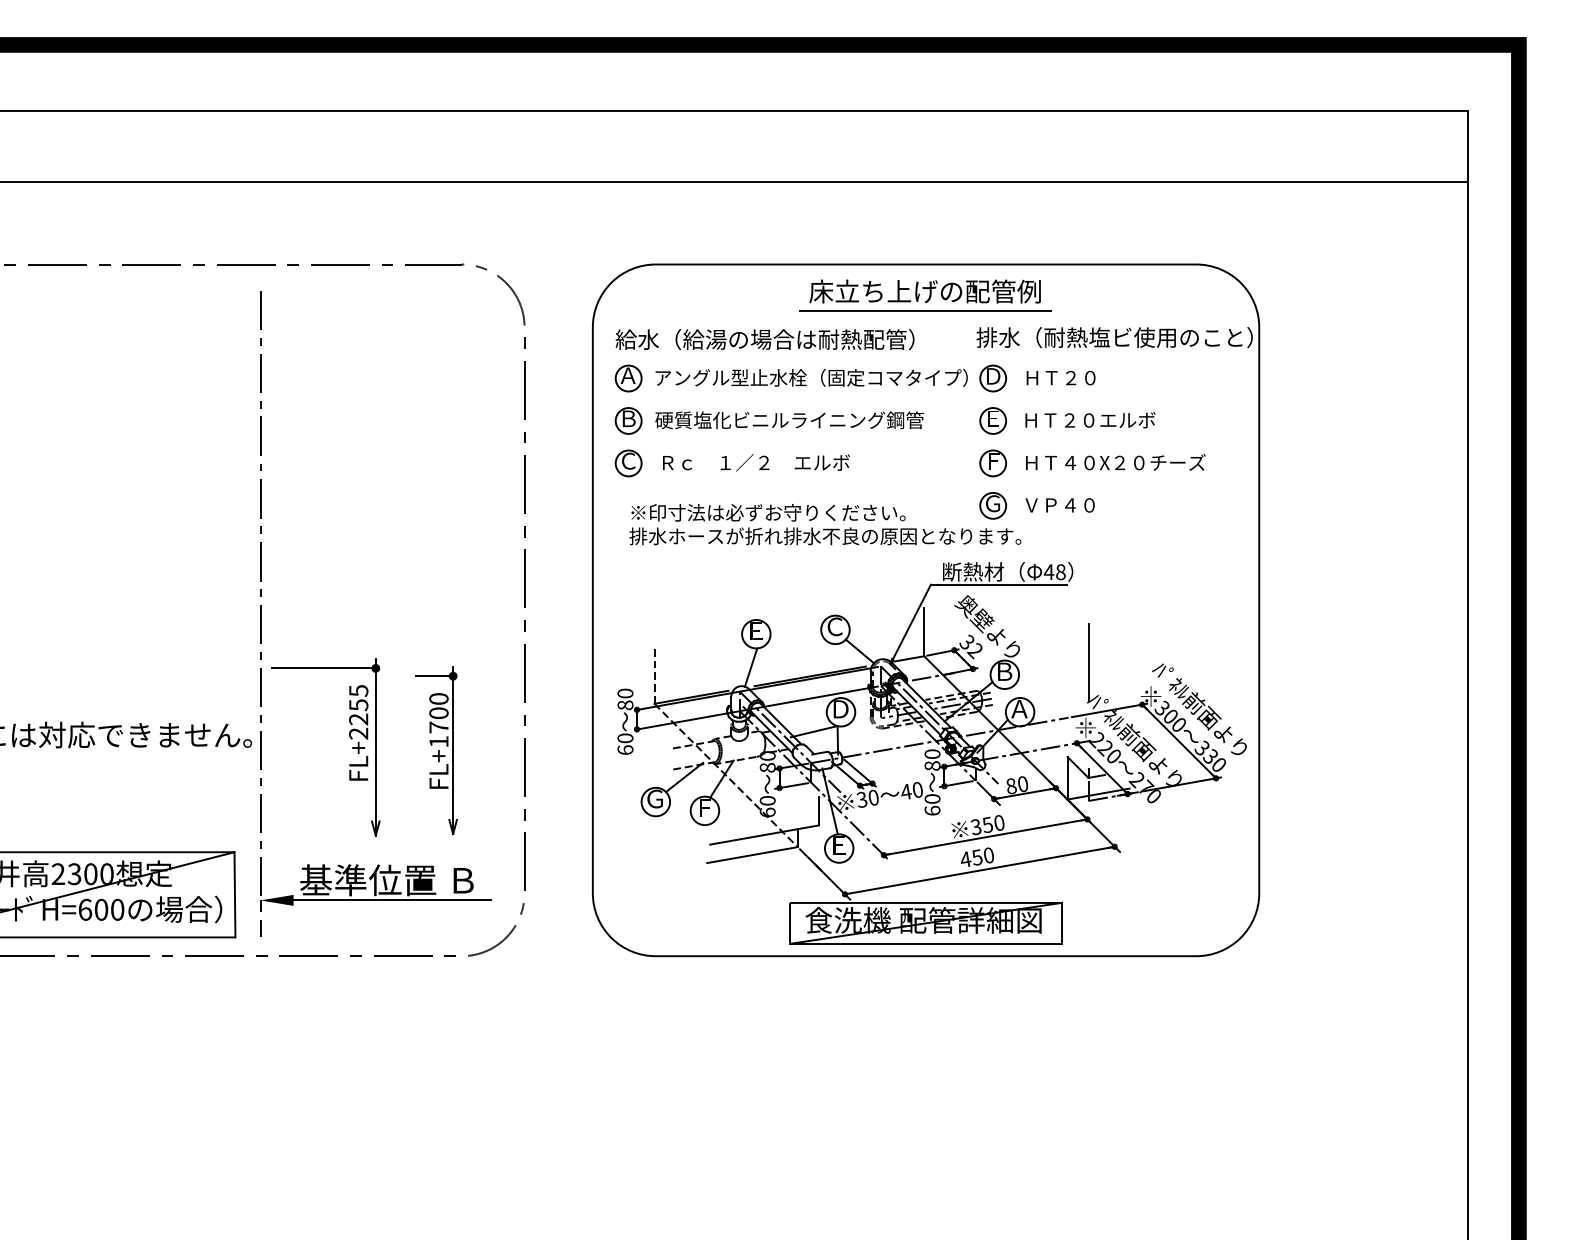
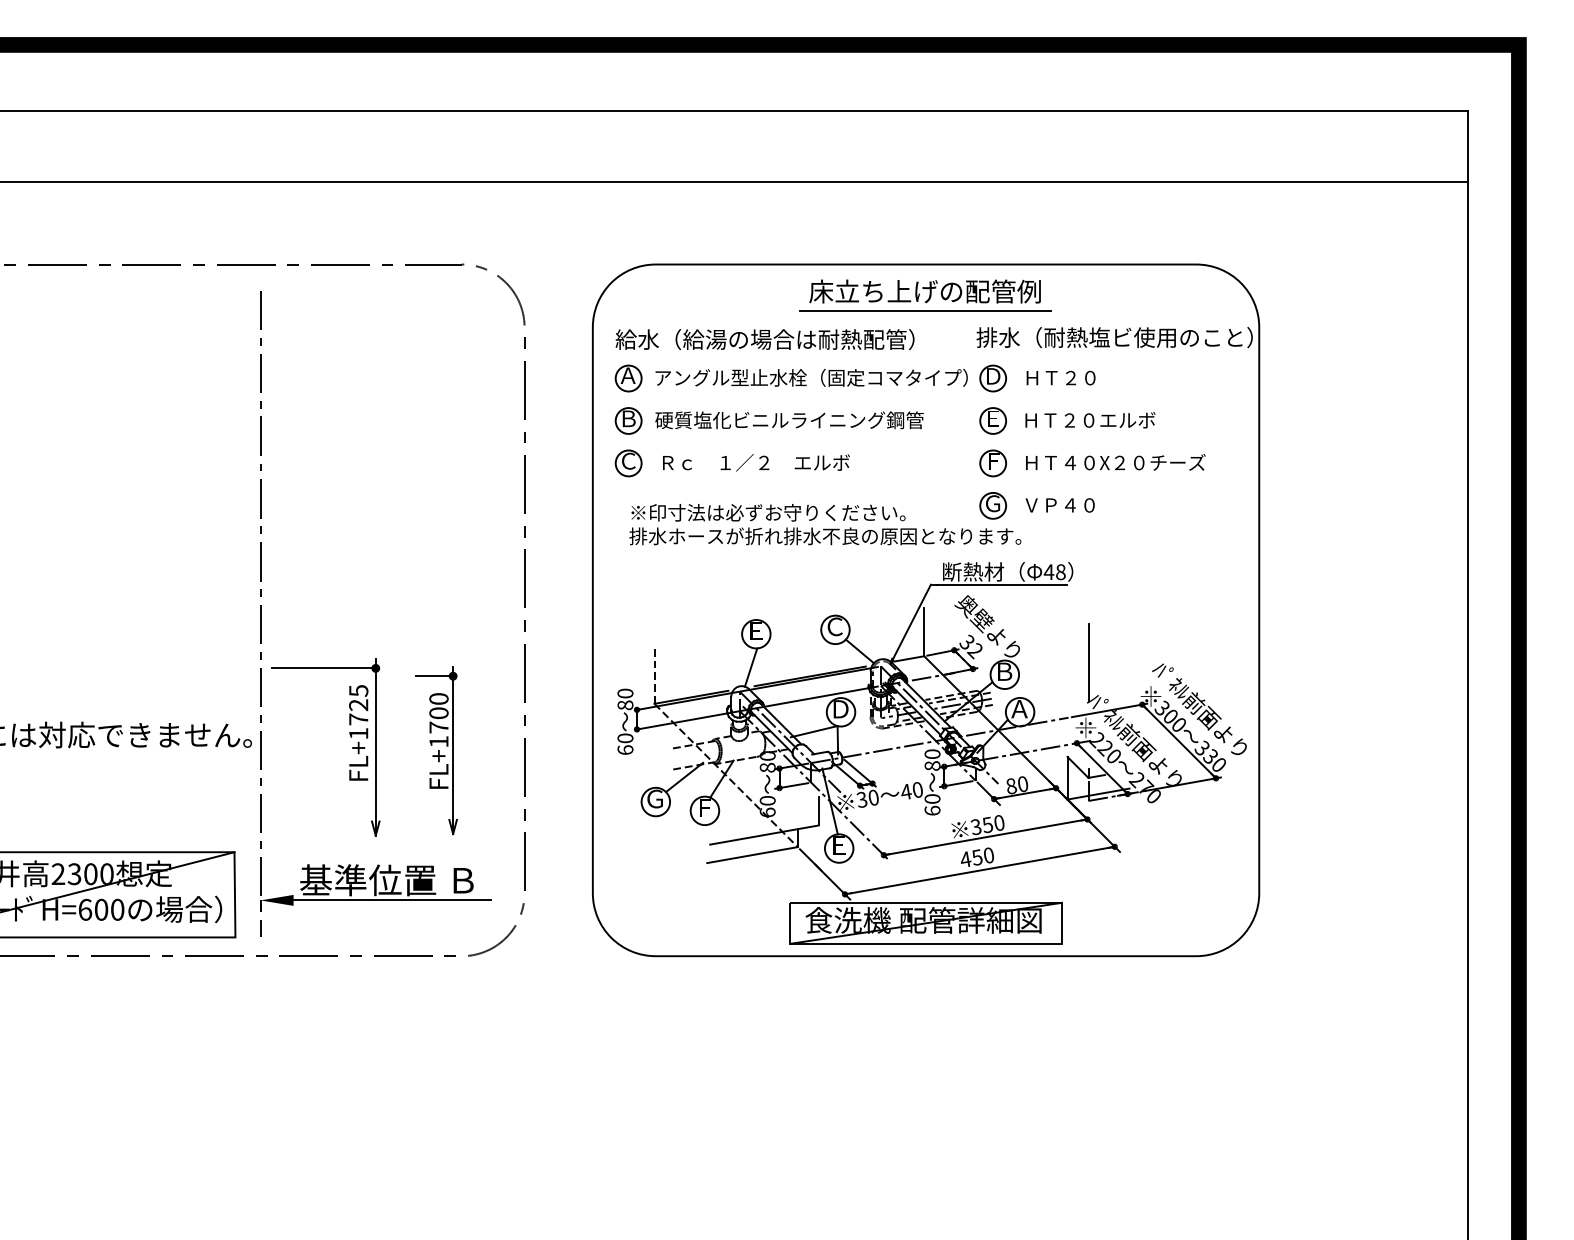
text at (358, 719): FL+2255 -> FL+1725
